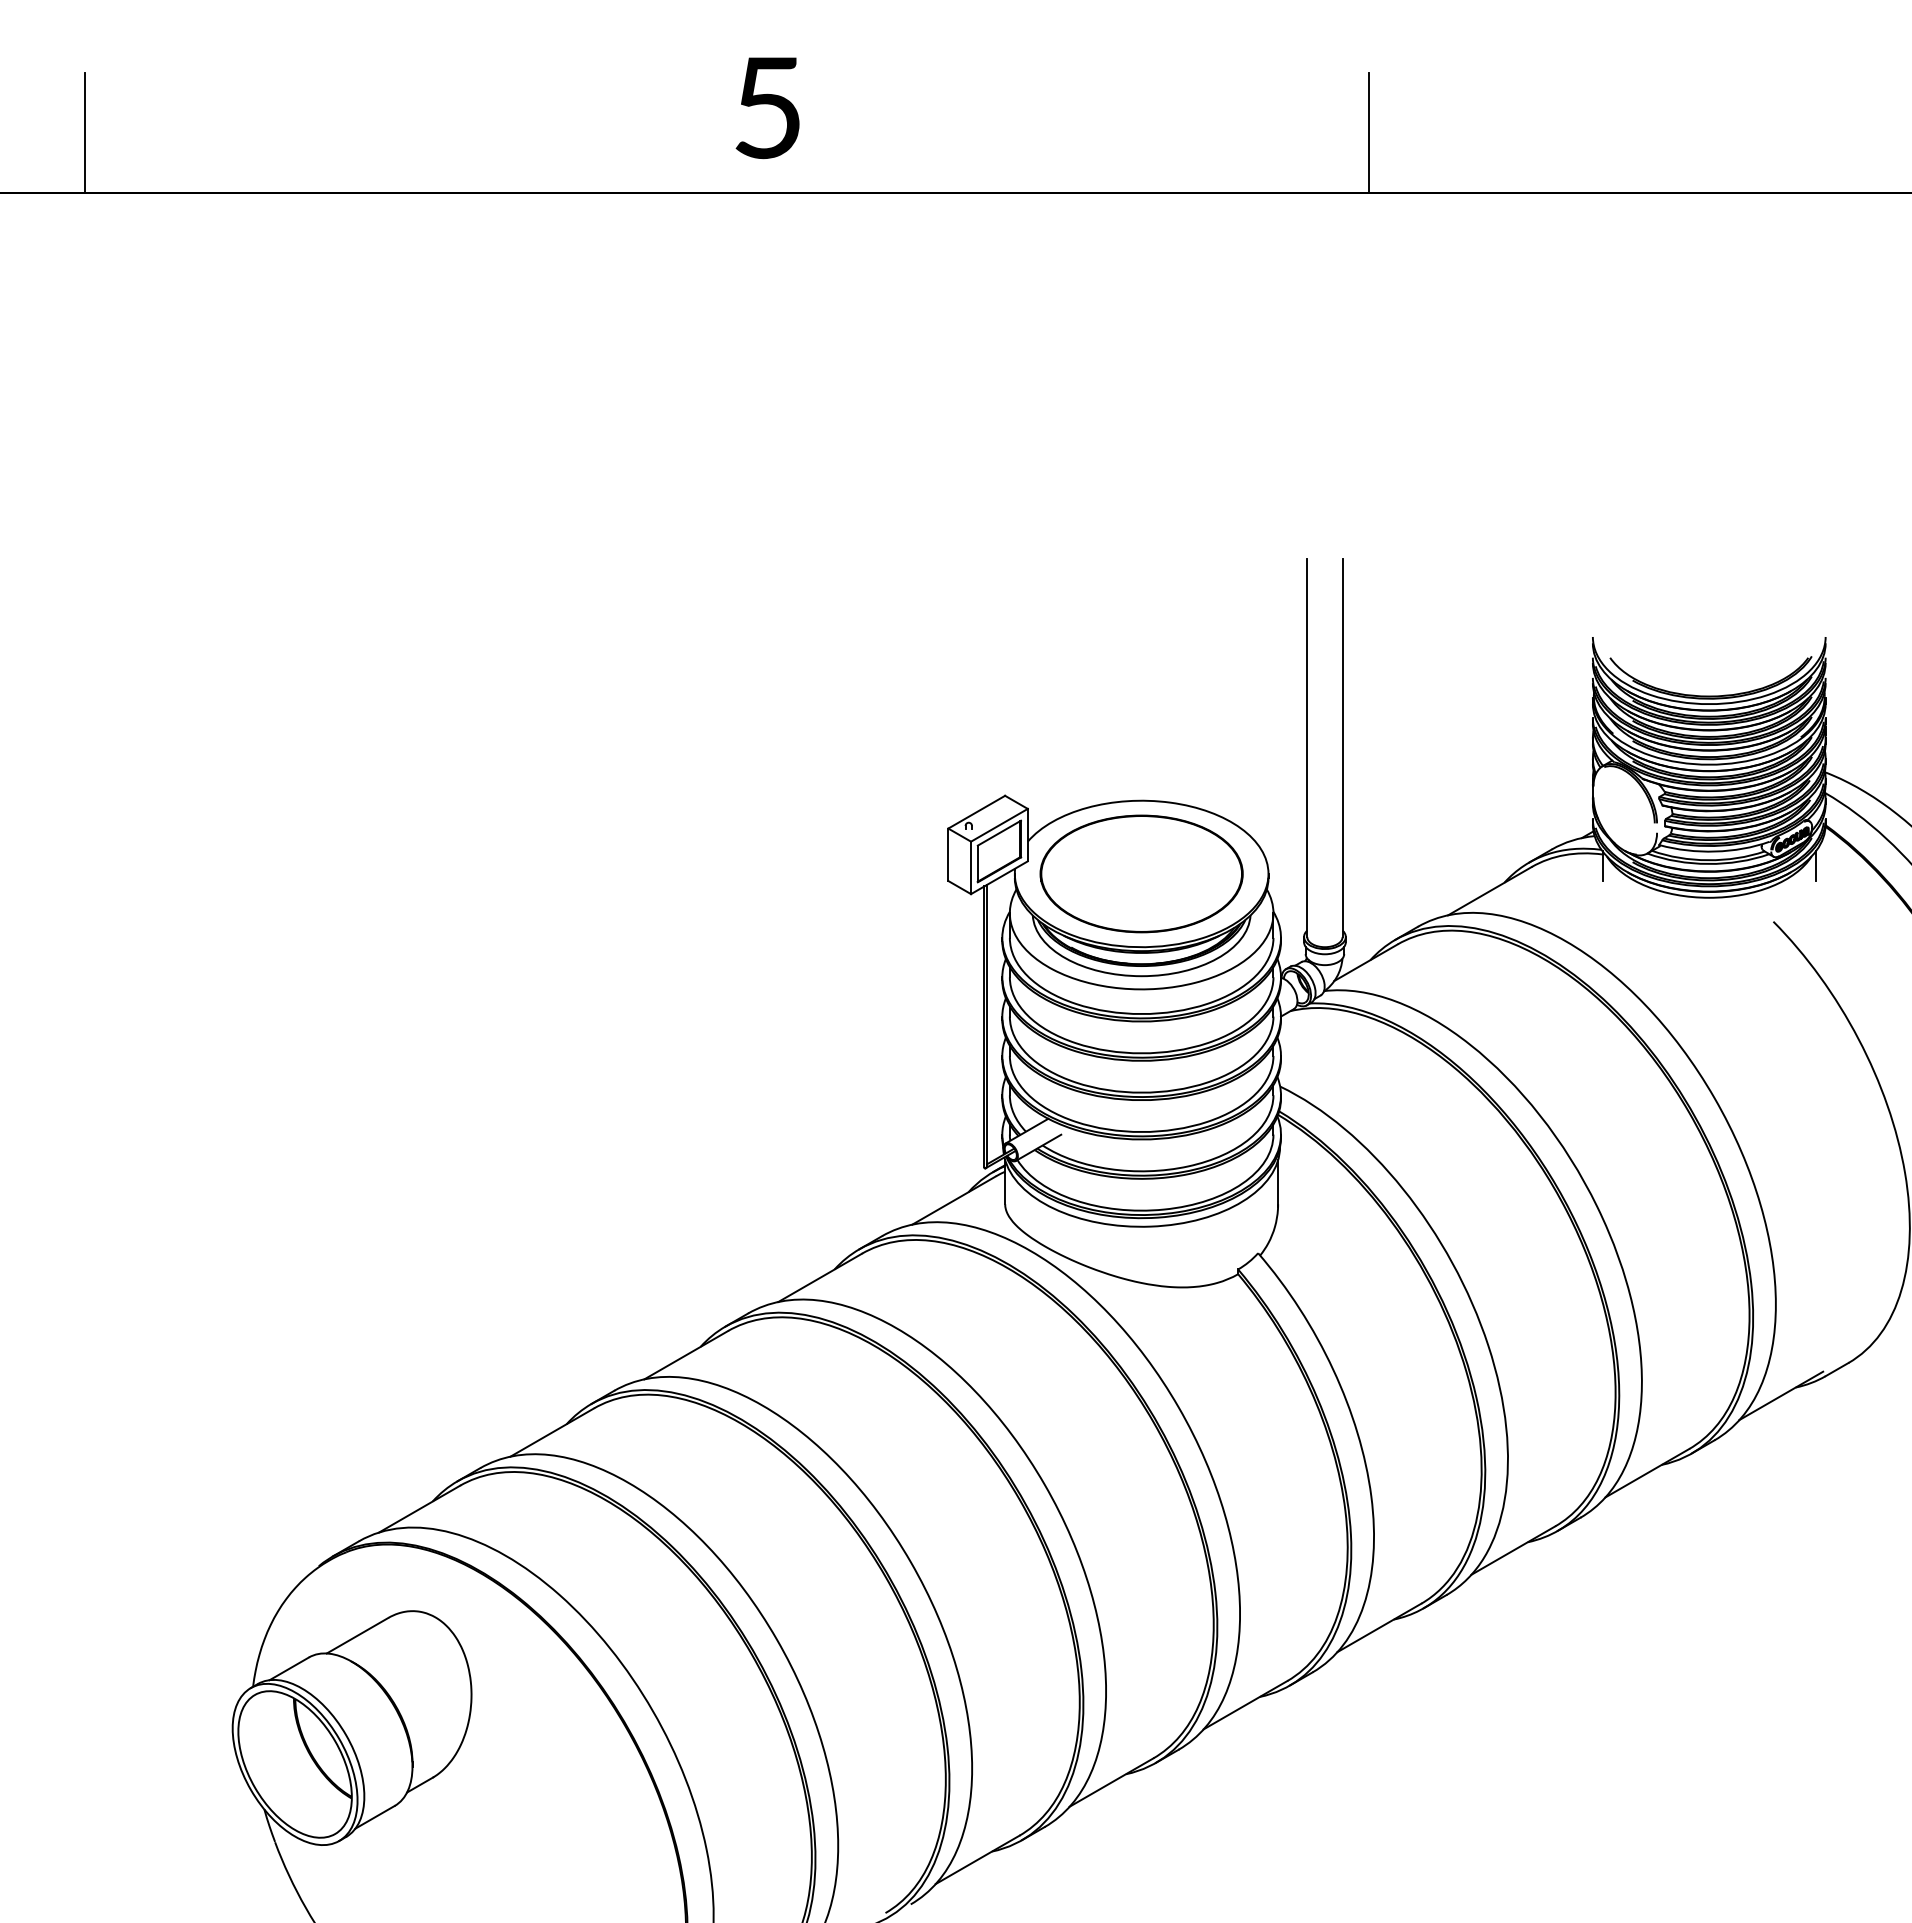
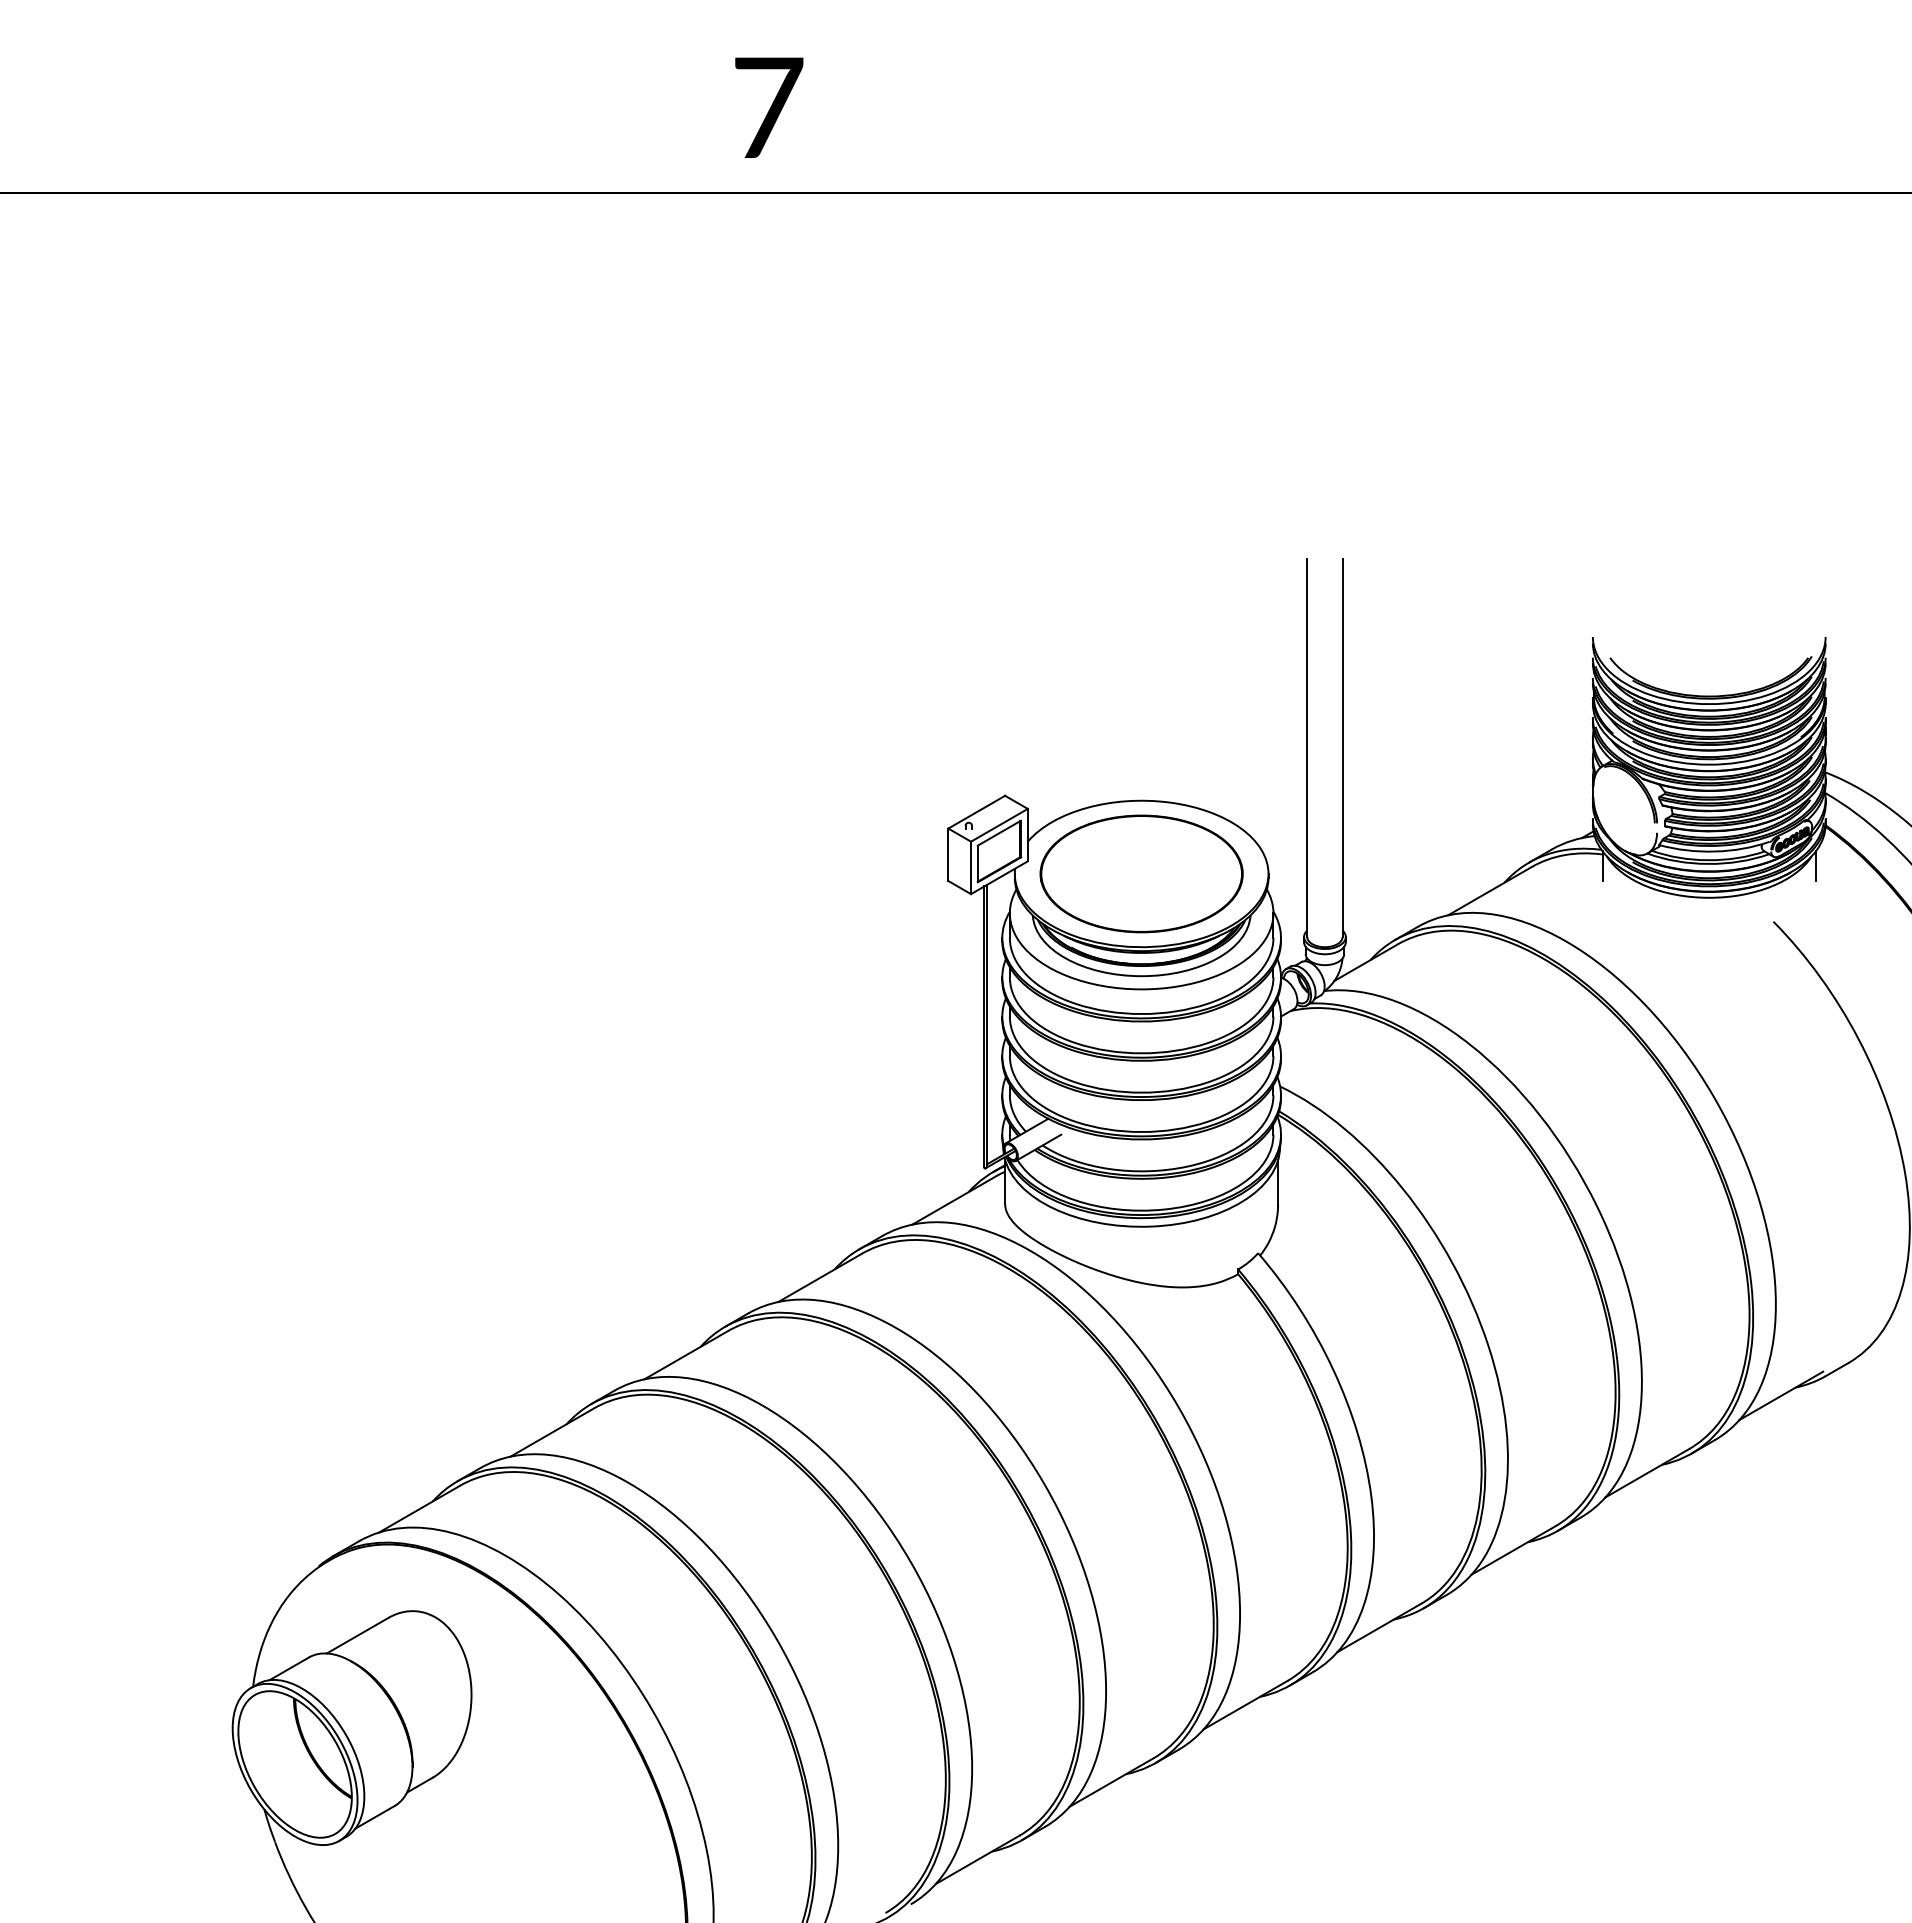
text at (769, 108): 5 -> 7
line at (84, 132): present -> none
line at (1368, 132): present -> none
